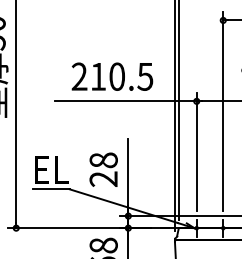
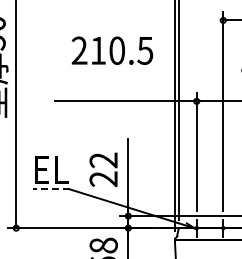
text at (112, 76) position: (112, 76) -> (112, 50)
text at (103, 160): 28 -> 22
line at (50, 189): solid -> dashed
